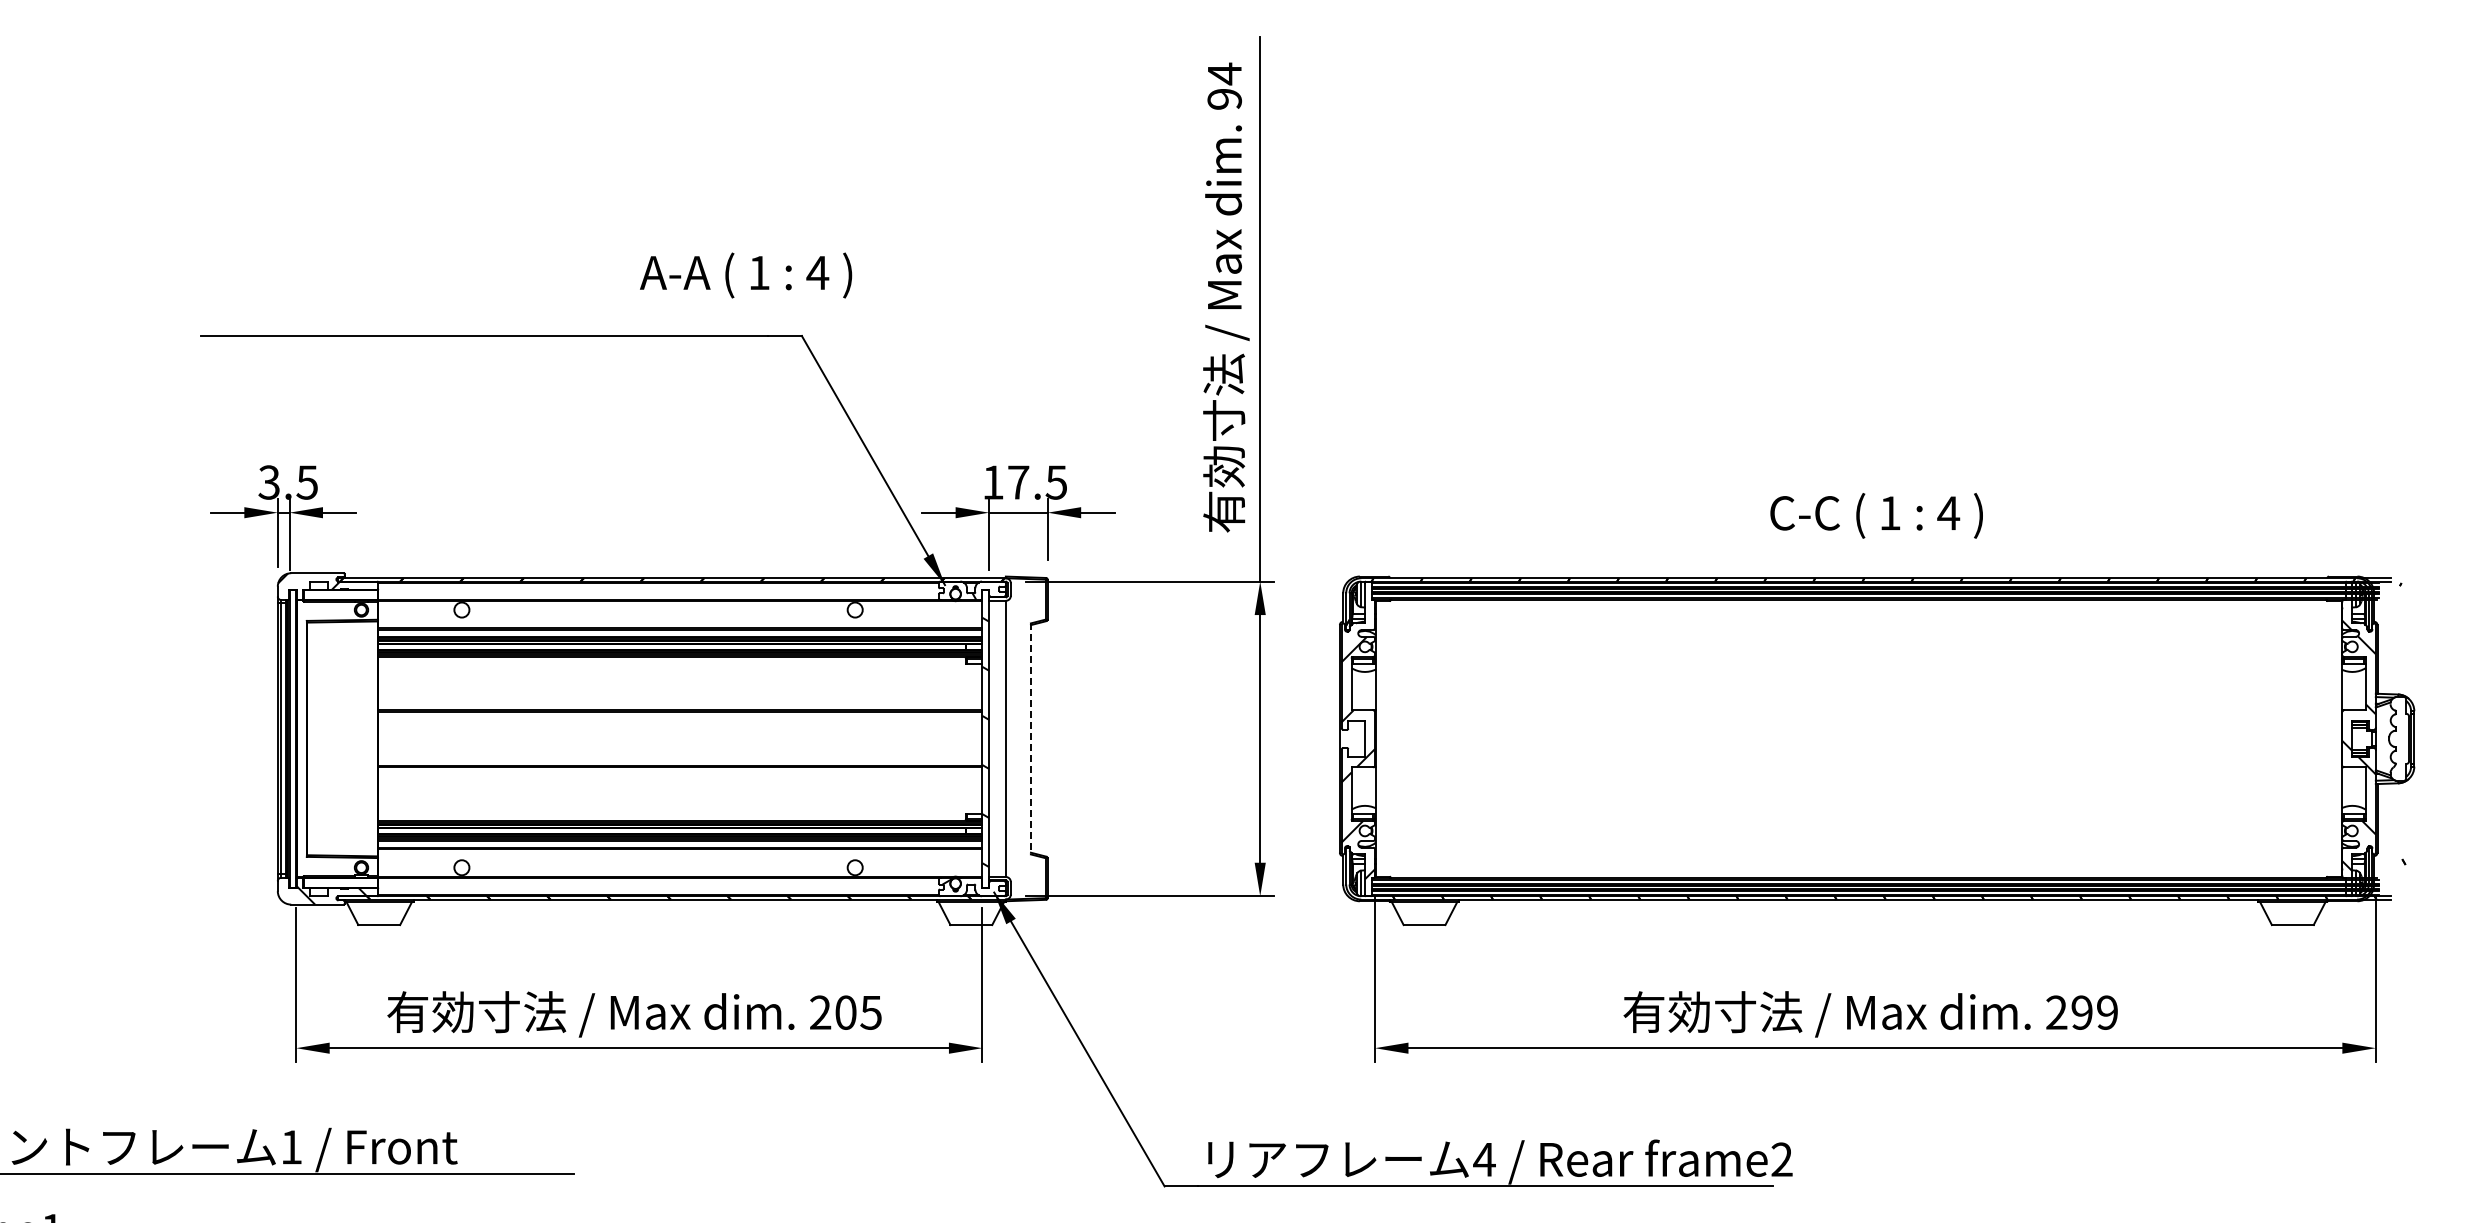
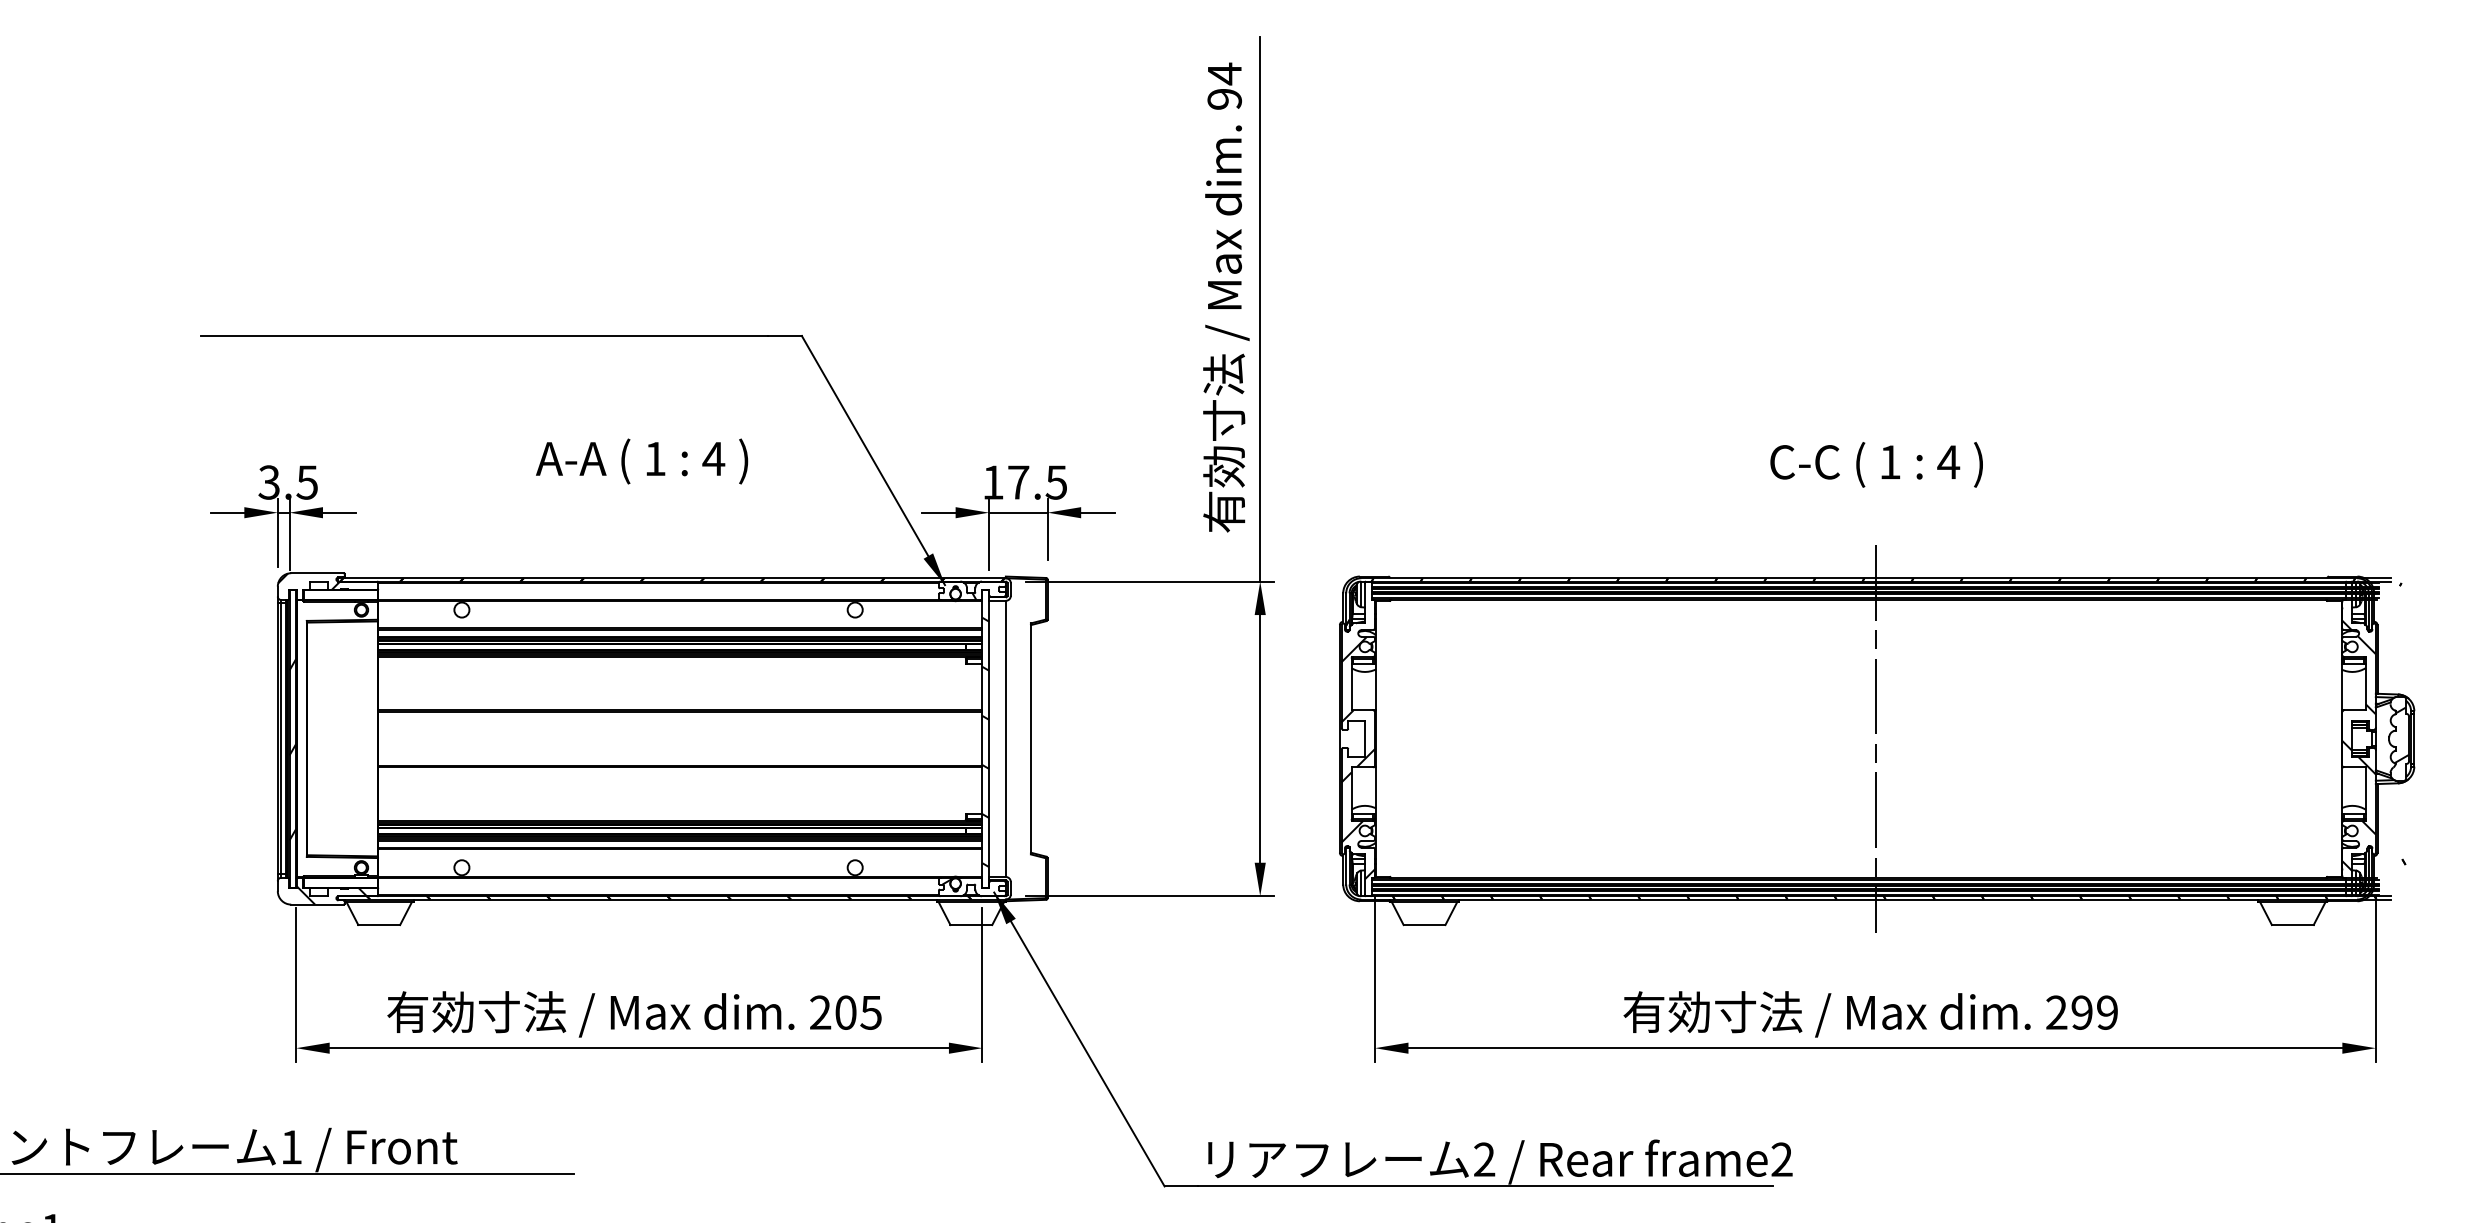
text at (746, 275) position: (746, 275) -> (642, 461)
text at (1876, 515) position: (1876, 515) -> (1876, 464)
hatch at (2401, 735): none -> present
line at (1030, 738): dashed -> solid
line at (1875, 738): none -> present
hatch at (292, 749): none -> present
text at (1484, 1159): 4 -> 2
